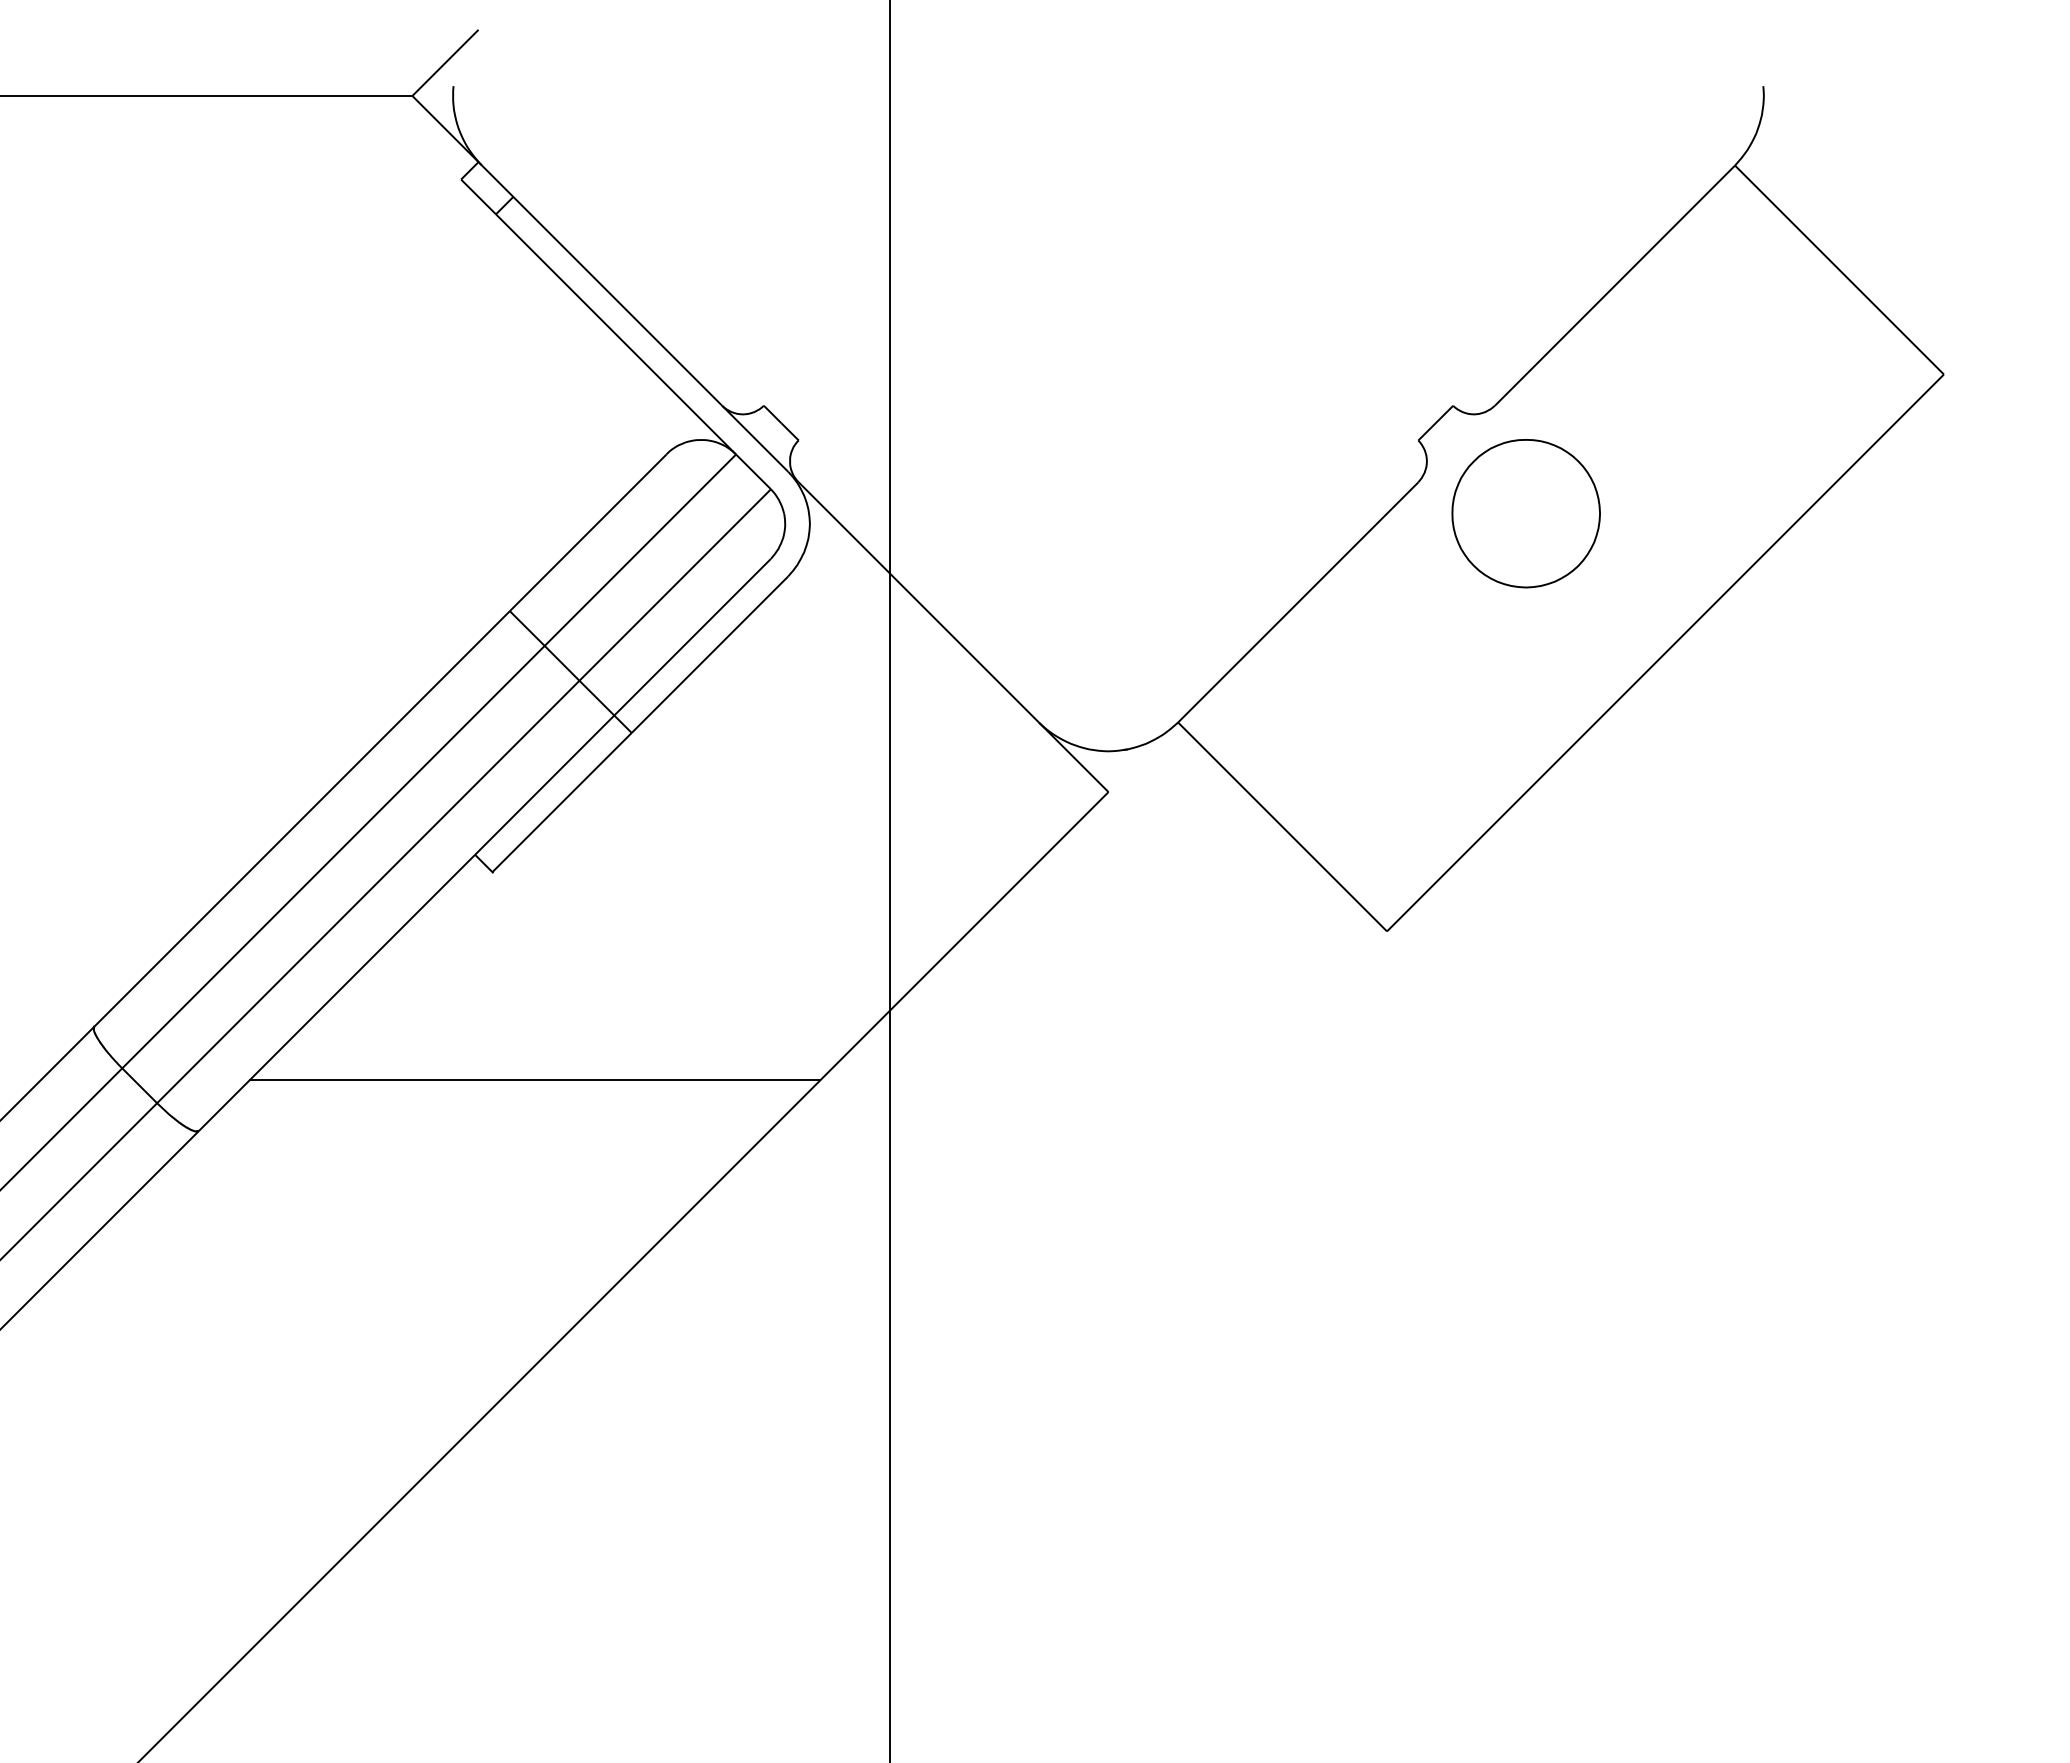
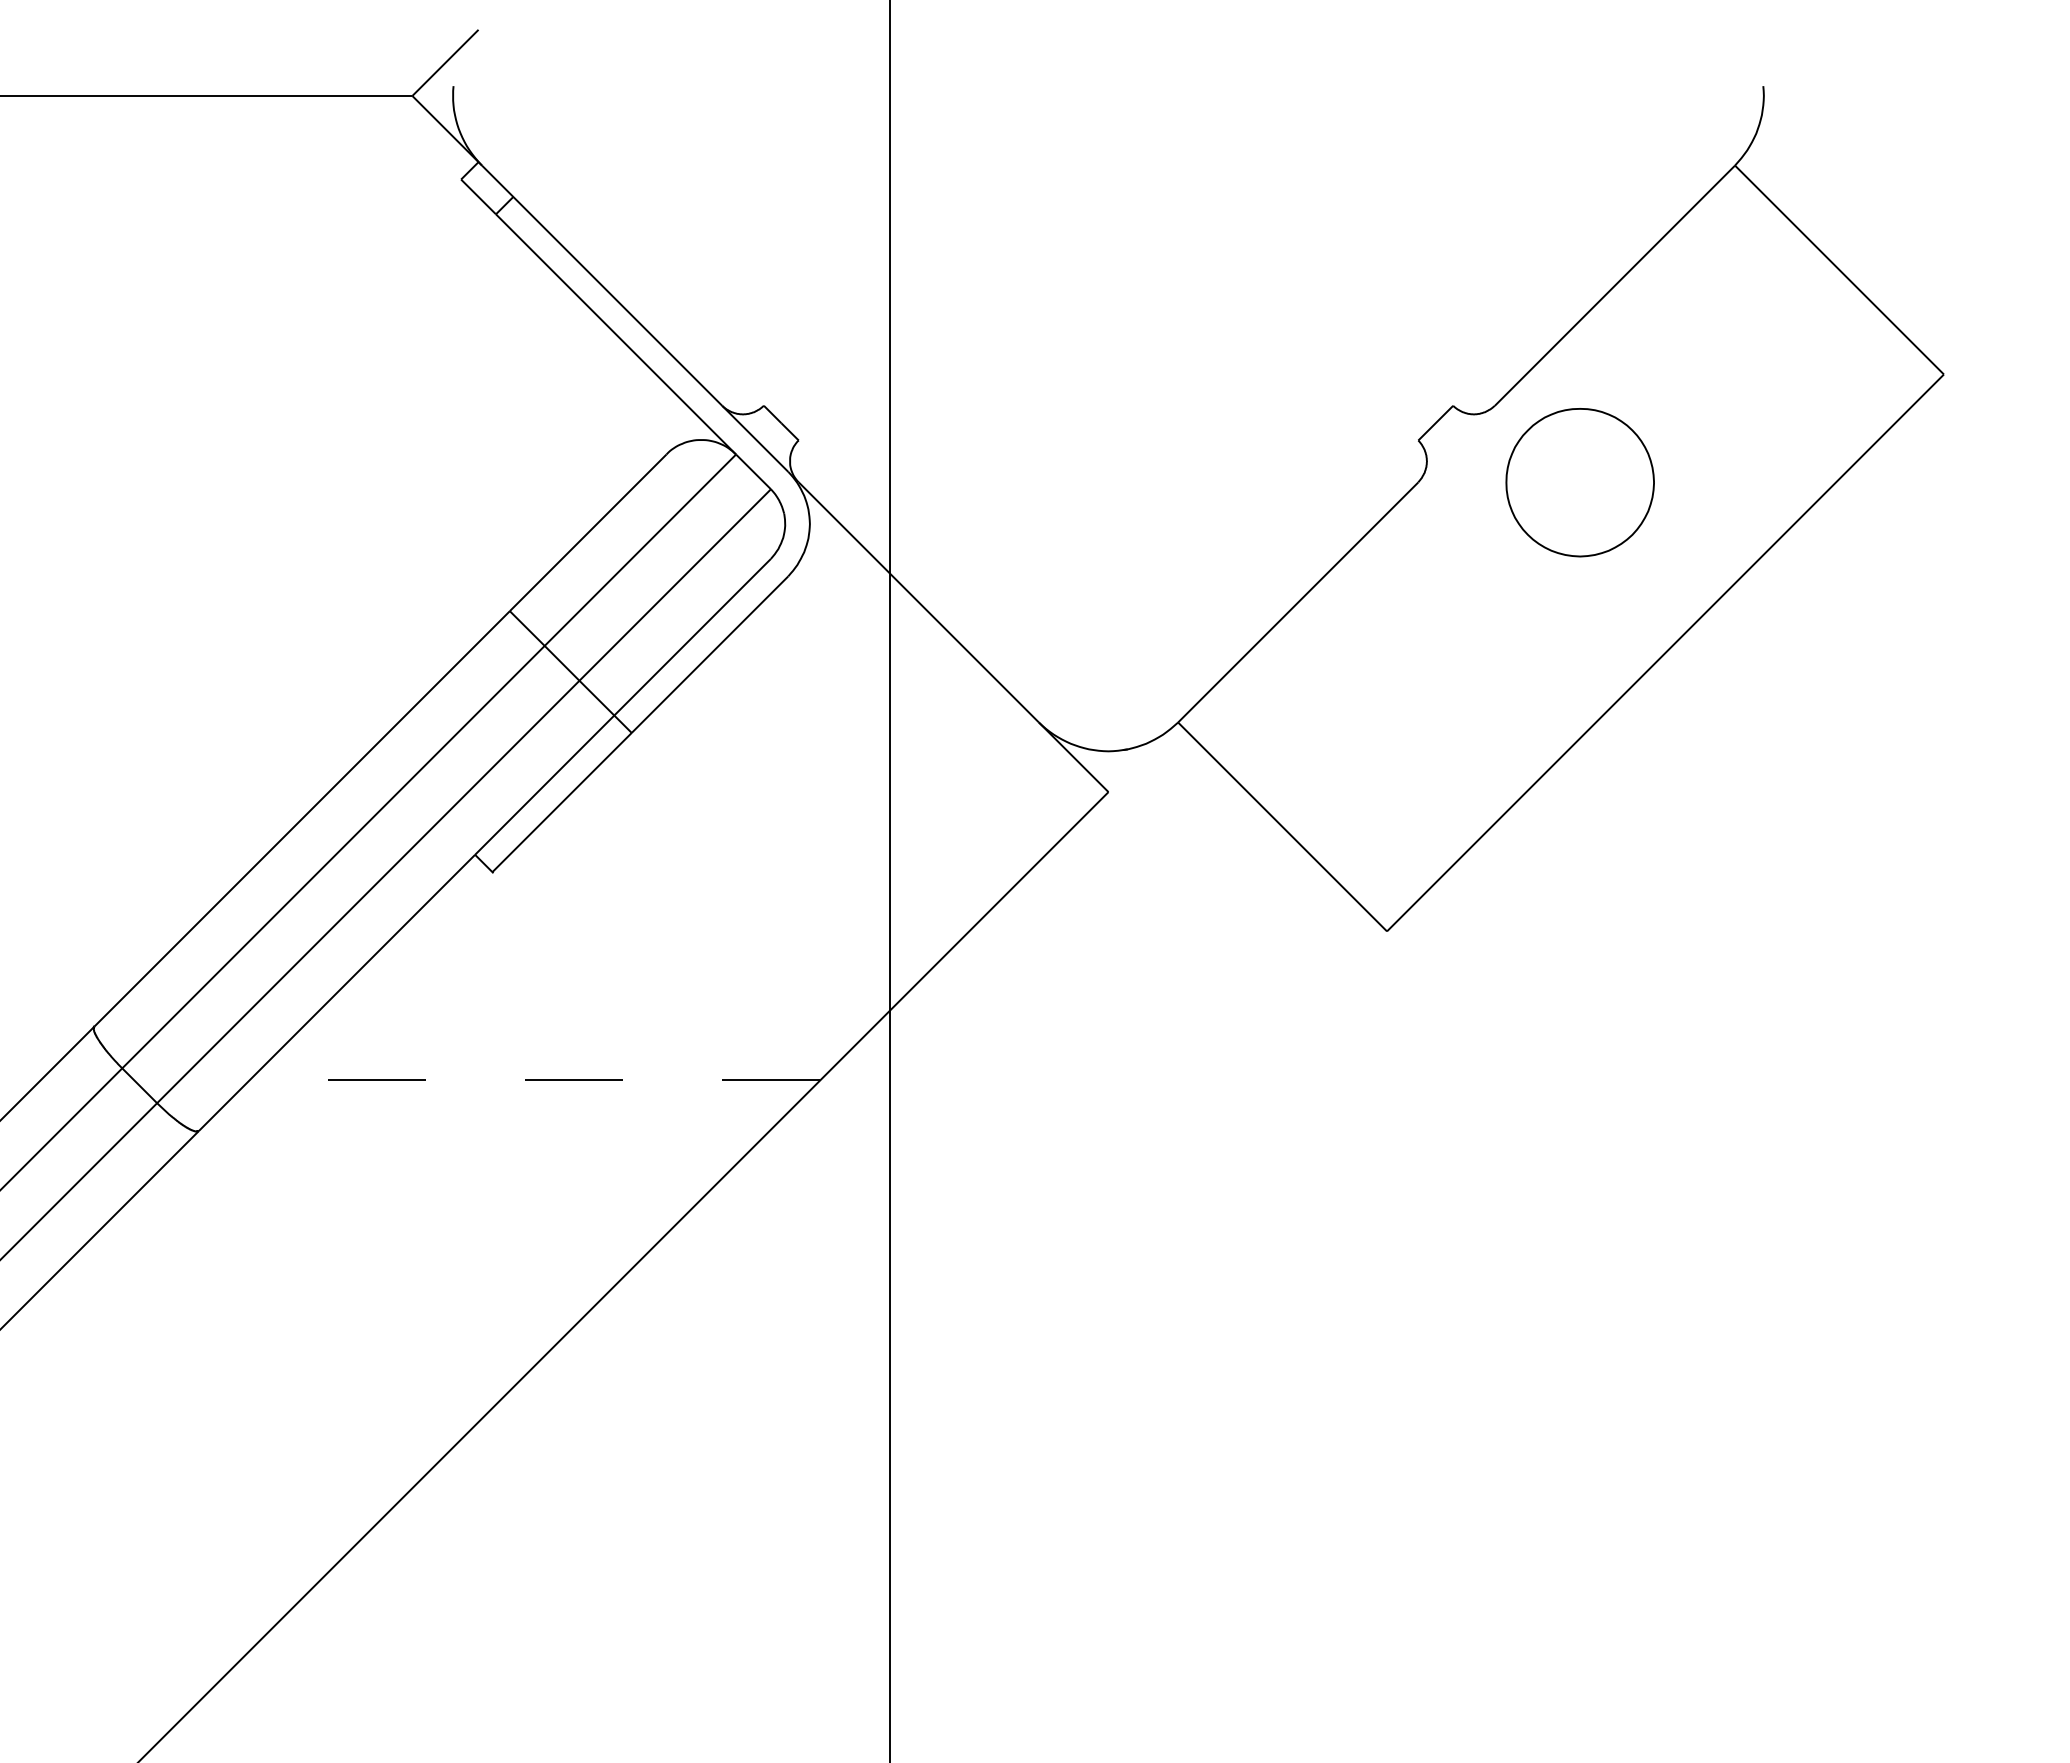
part at (1525, 513) position: (1525, 513) -> (1579, 482)
line at (534, 1080): solid -> dashed
